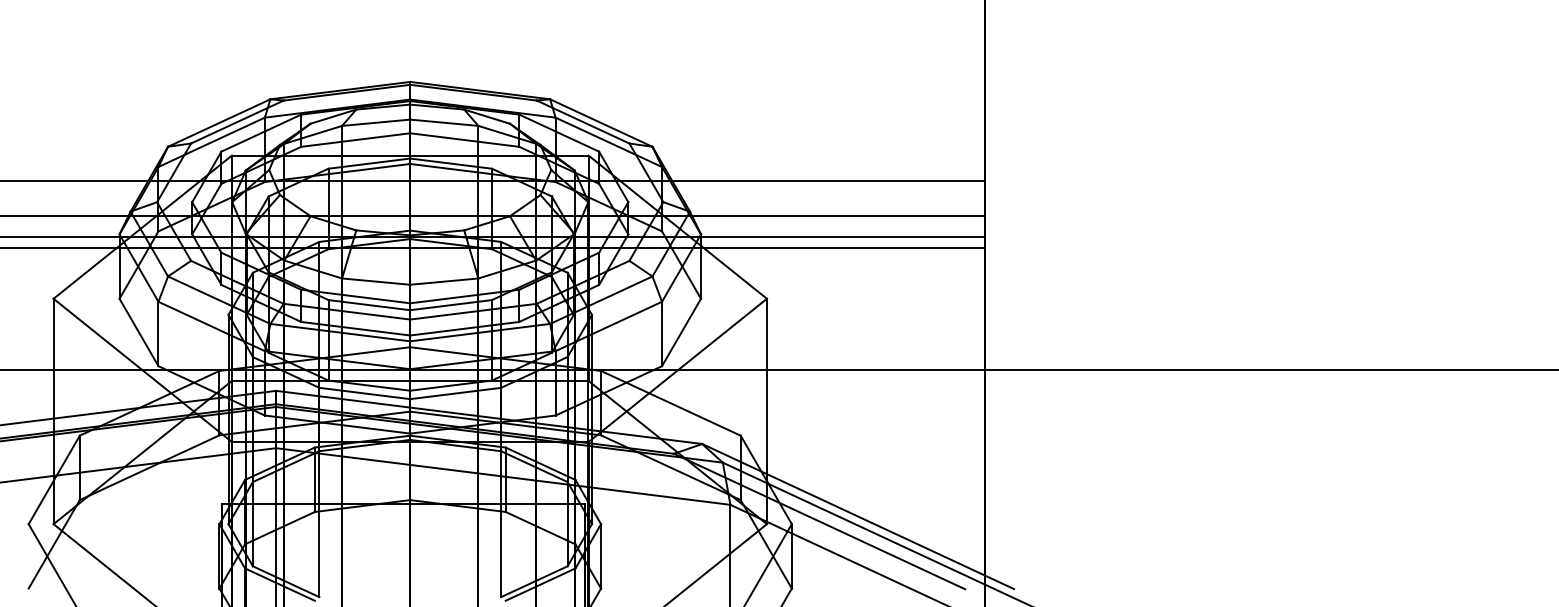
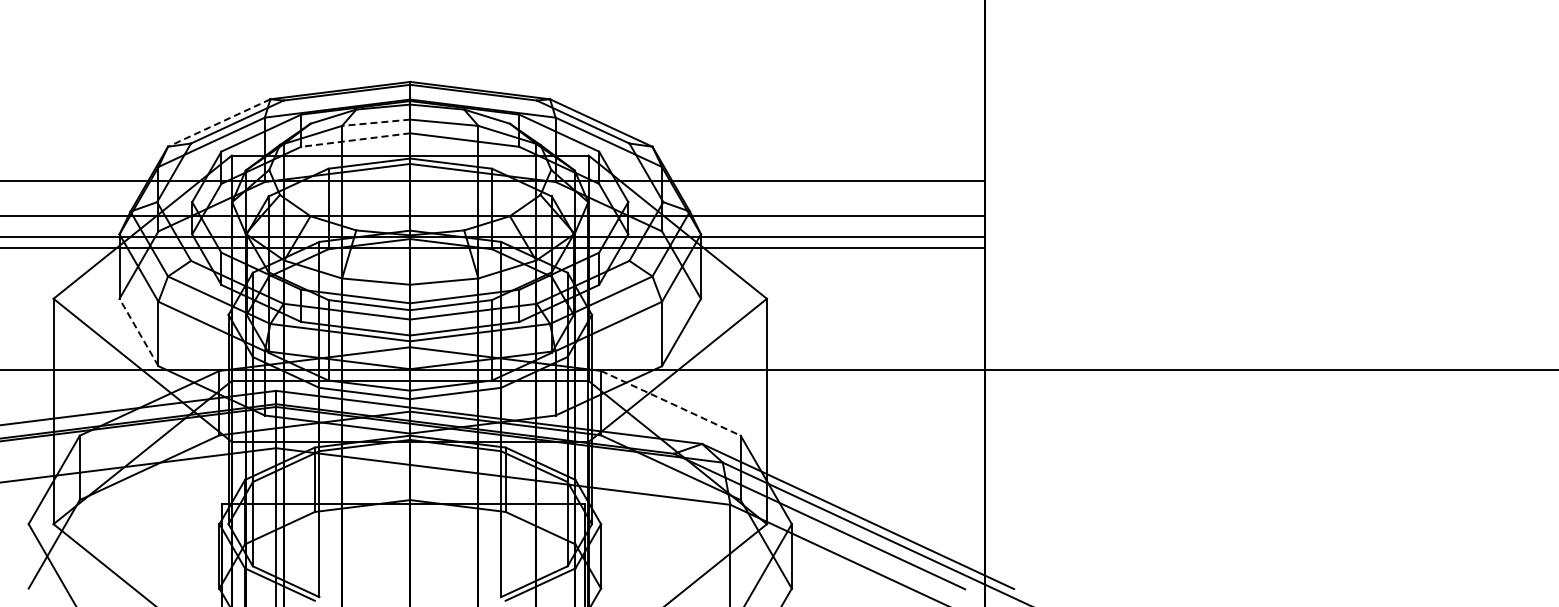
line at (375, 122): solid -> dashed
line at (218, 123): solid -> dashed
line at (355, 140): solid -> dashed
line at (139, 332): solid -> dashed
line at (670, 403): solid -> dashed
